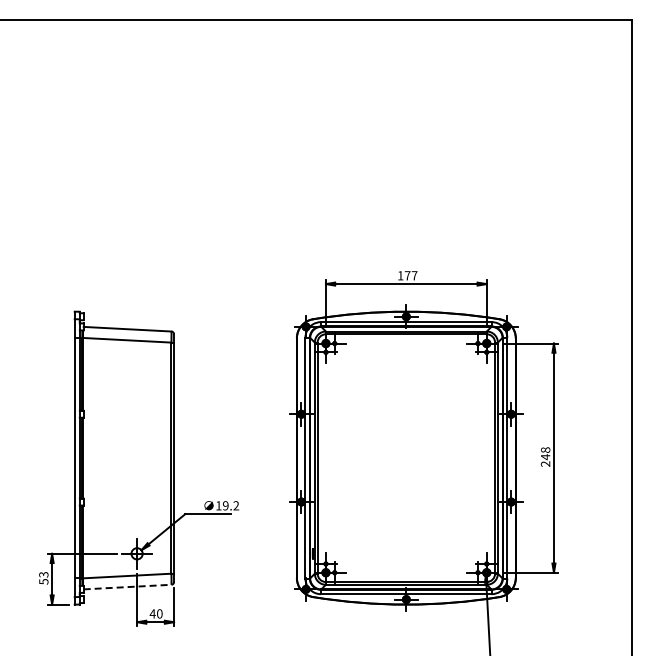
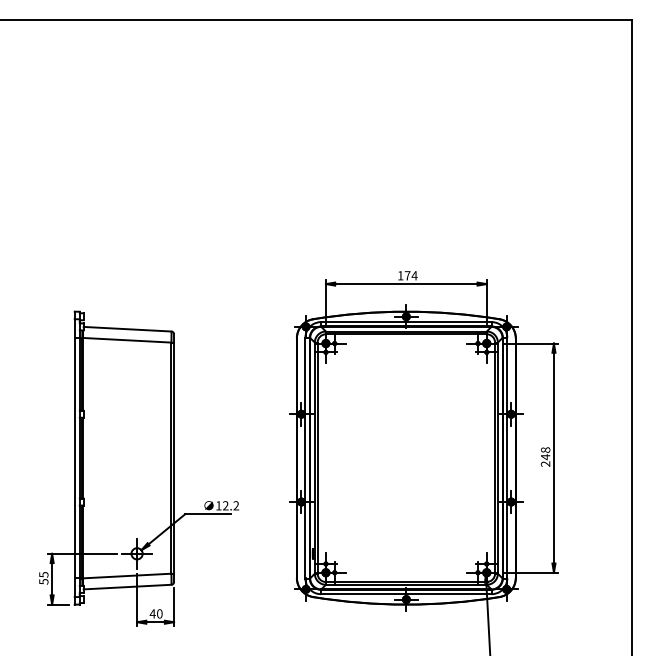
text at (414, 275): 177 -> 174
text at (225, 505): 19.2 -> 12.2
text at (43, 574): 53 -> 55
line at (127, 587): dashed -> solid
